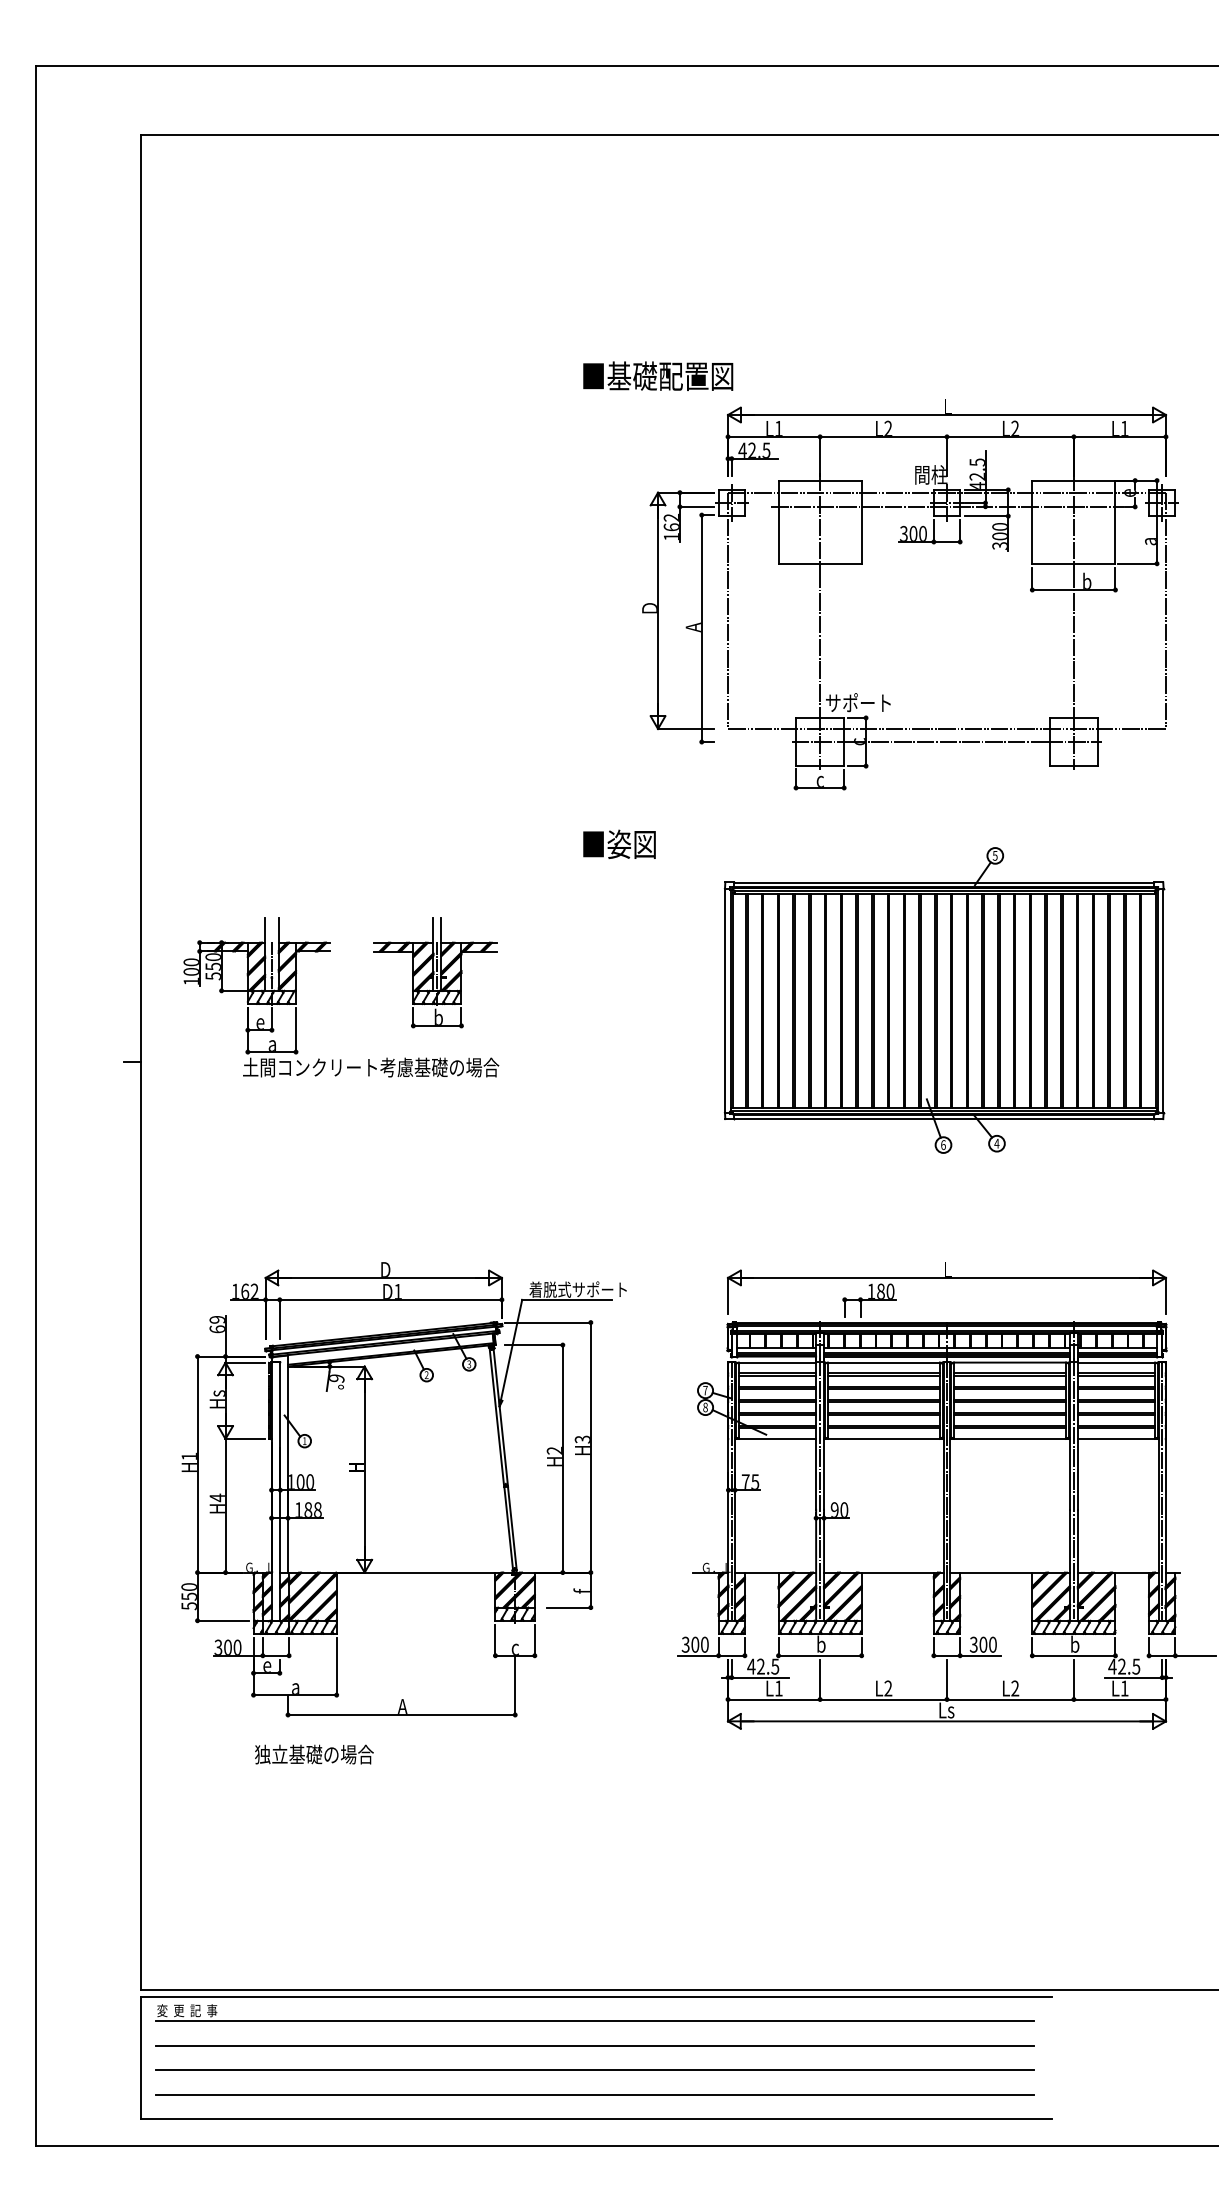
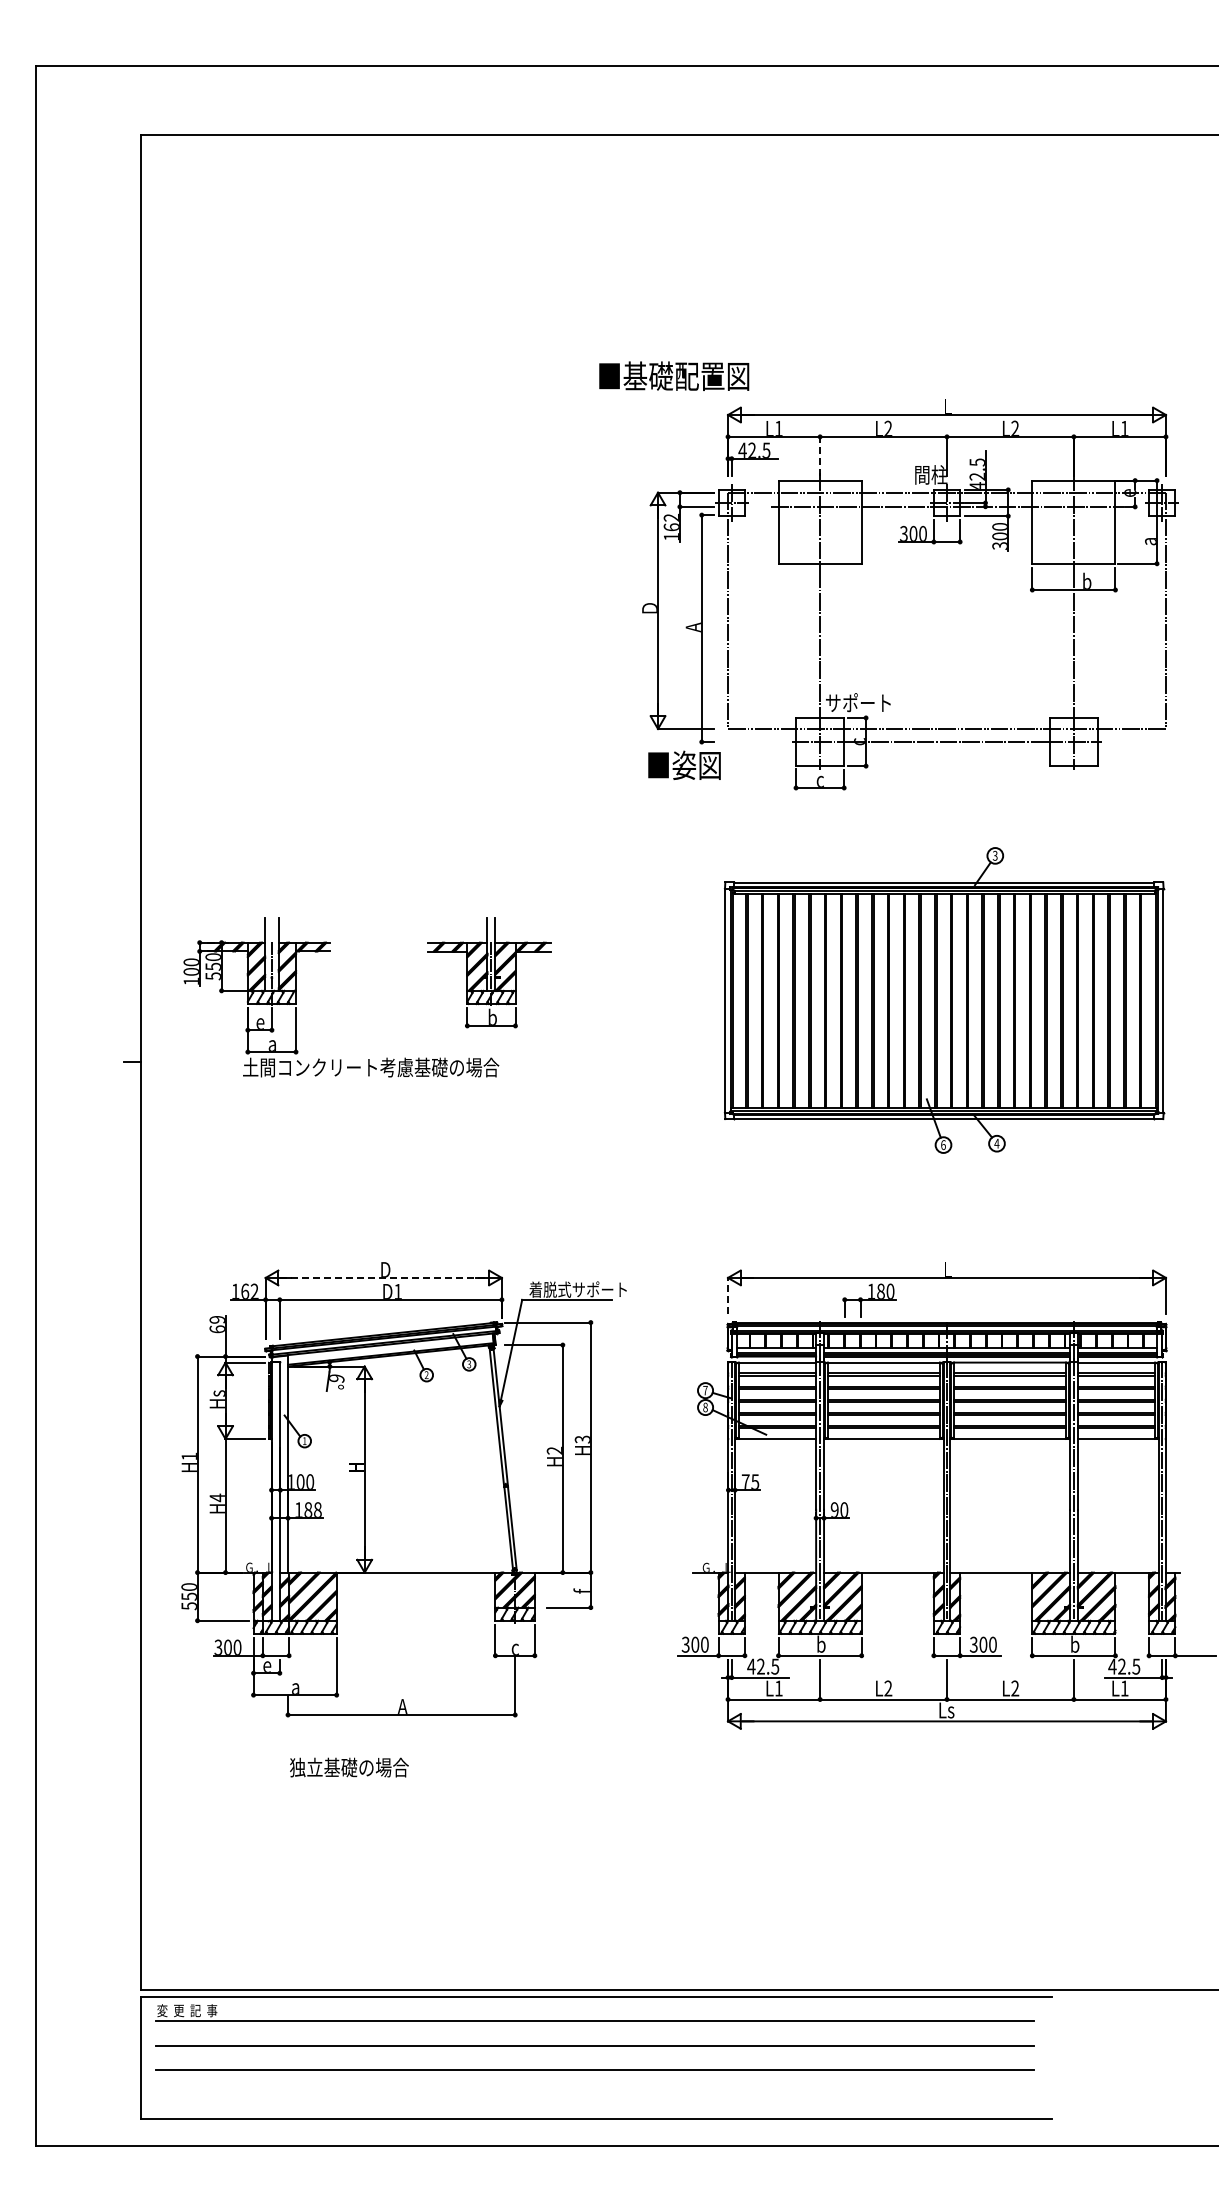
text at (658, 375) position: (658, 375) -> (674, 375)
line at (820, 456): solid -> dashed
text at (619, 843) position: (619, 843) -> (684, 764)
text at (995, 855): 5 -> 3
part at (435, 972) position: (435, 972) -> (489, 972)
line at (384, 1277): solid -> dashed
line at (728, 1295): solid -> dashed
text at (314, 1754) position: (314, 1754) -> (349, 1767)
line at (594, 2094): present -> none
